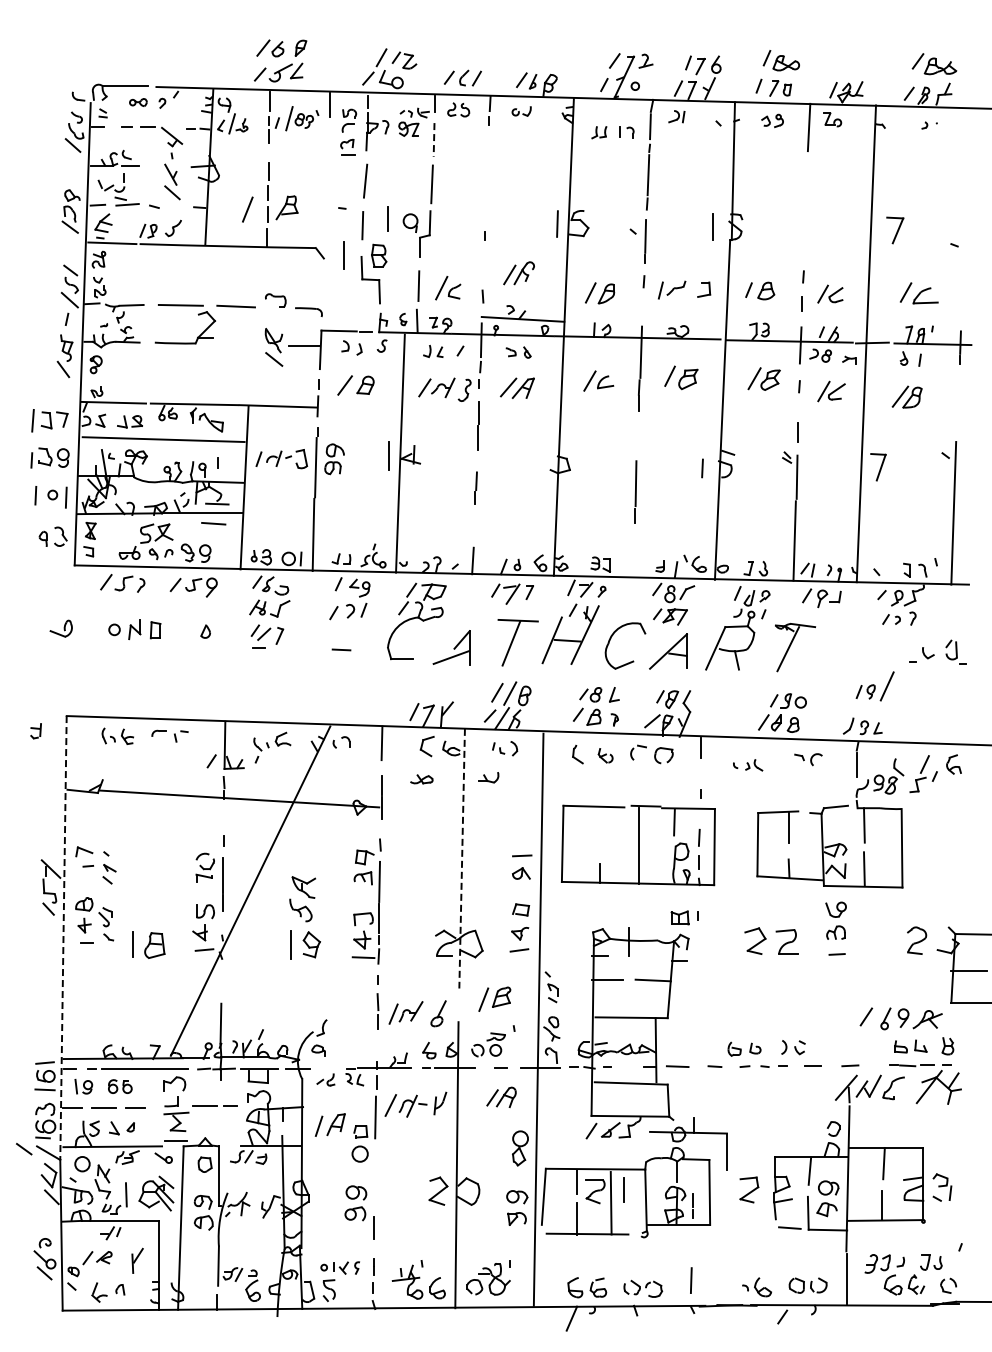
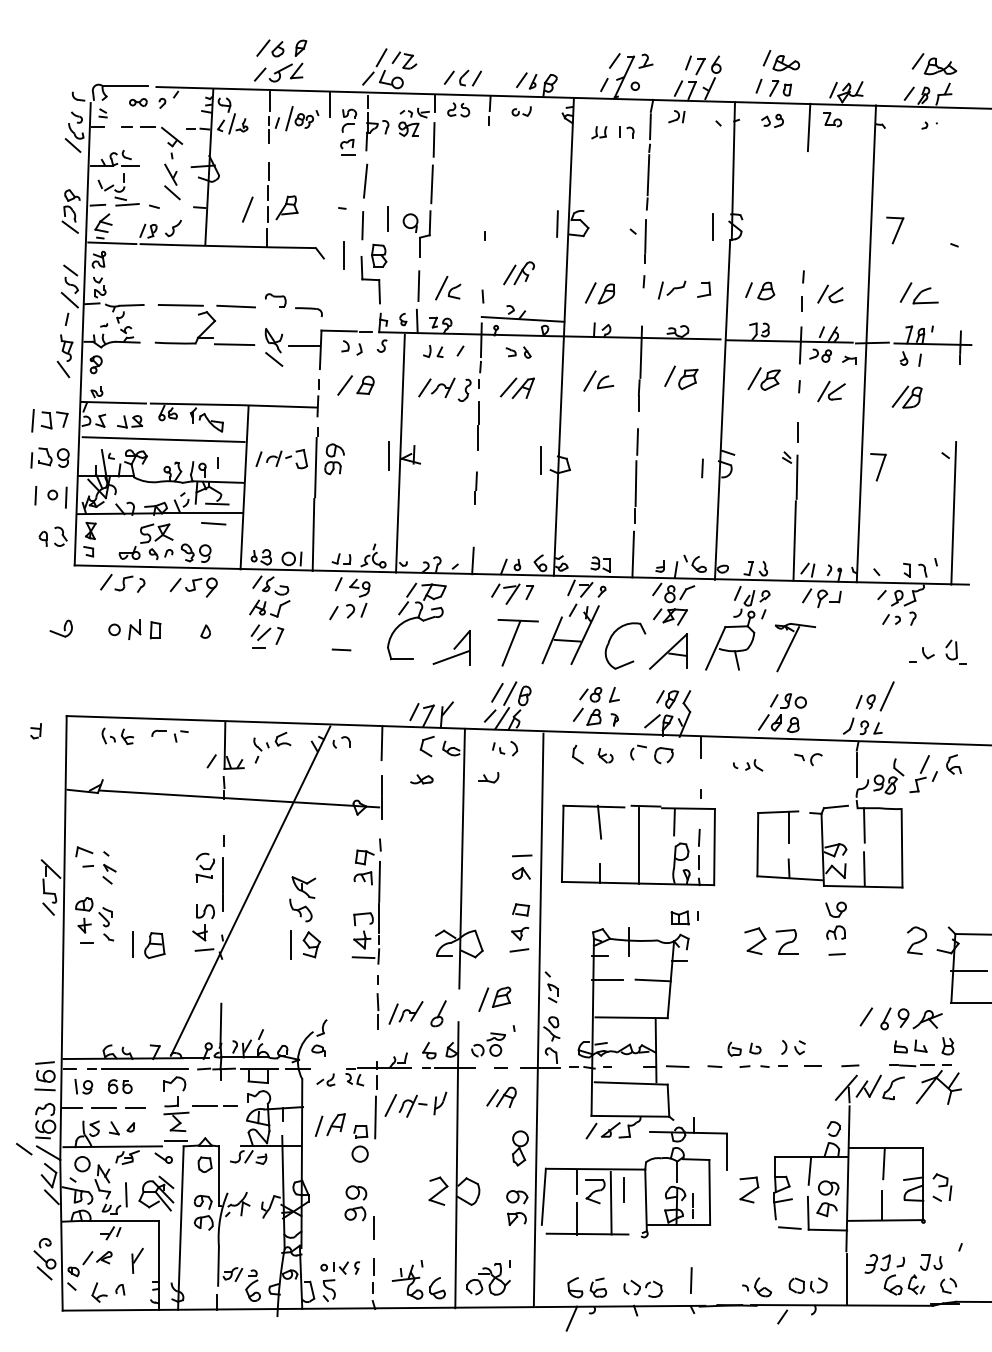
line at (434, 139): dashed -> solid
line at (234, 344): none -> present
line at (637, 441): none -> present
line at (540, 460): none -> present
line at (633, 554): none -> present
part at (874, 686) position: (874, 686) -> (874, 696)
line at (599, 821): none -> present
line at (462, 858): dashed -> solid
line at (63, 938): dashed -> solid
